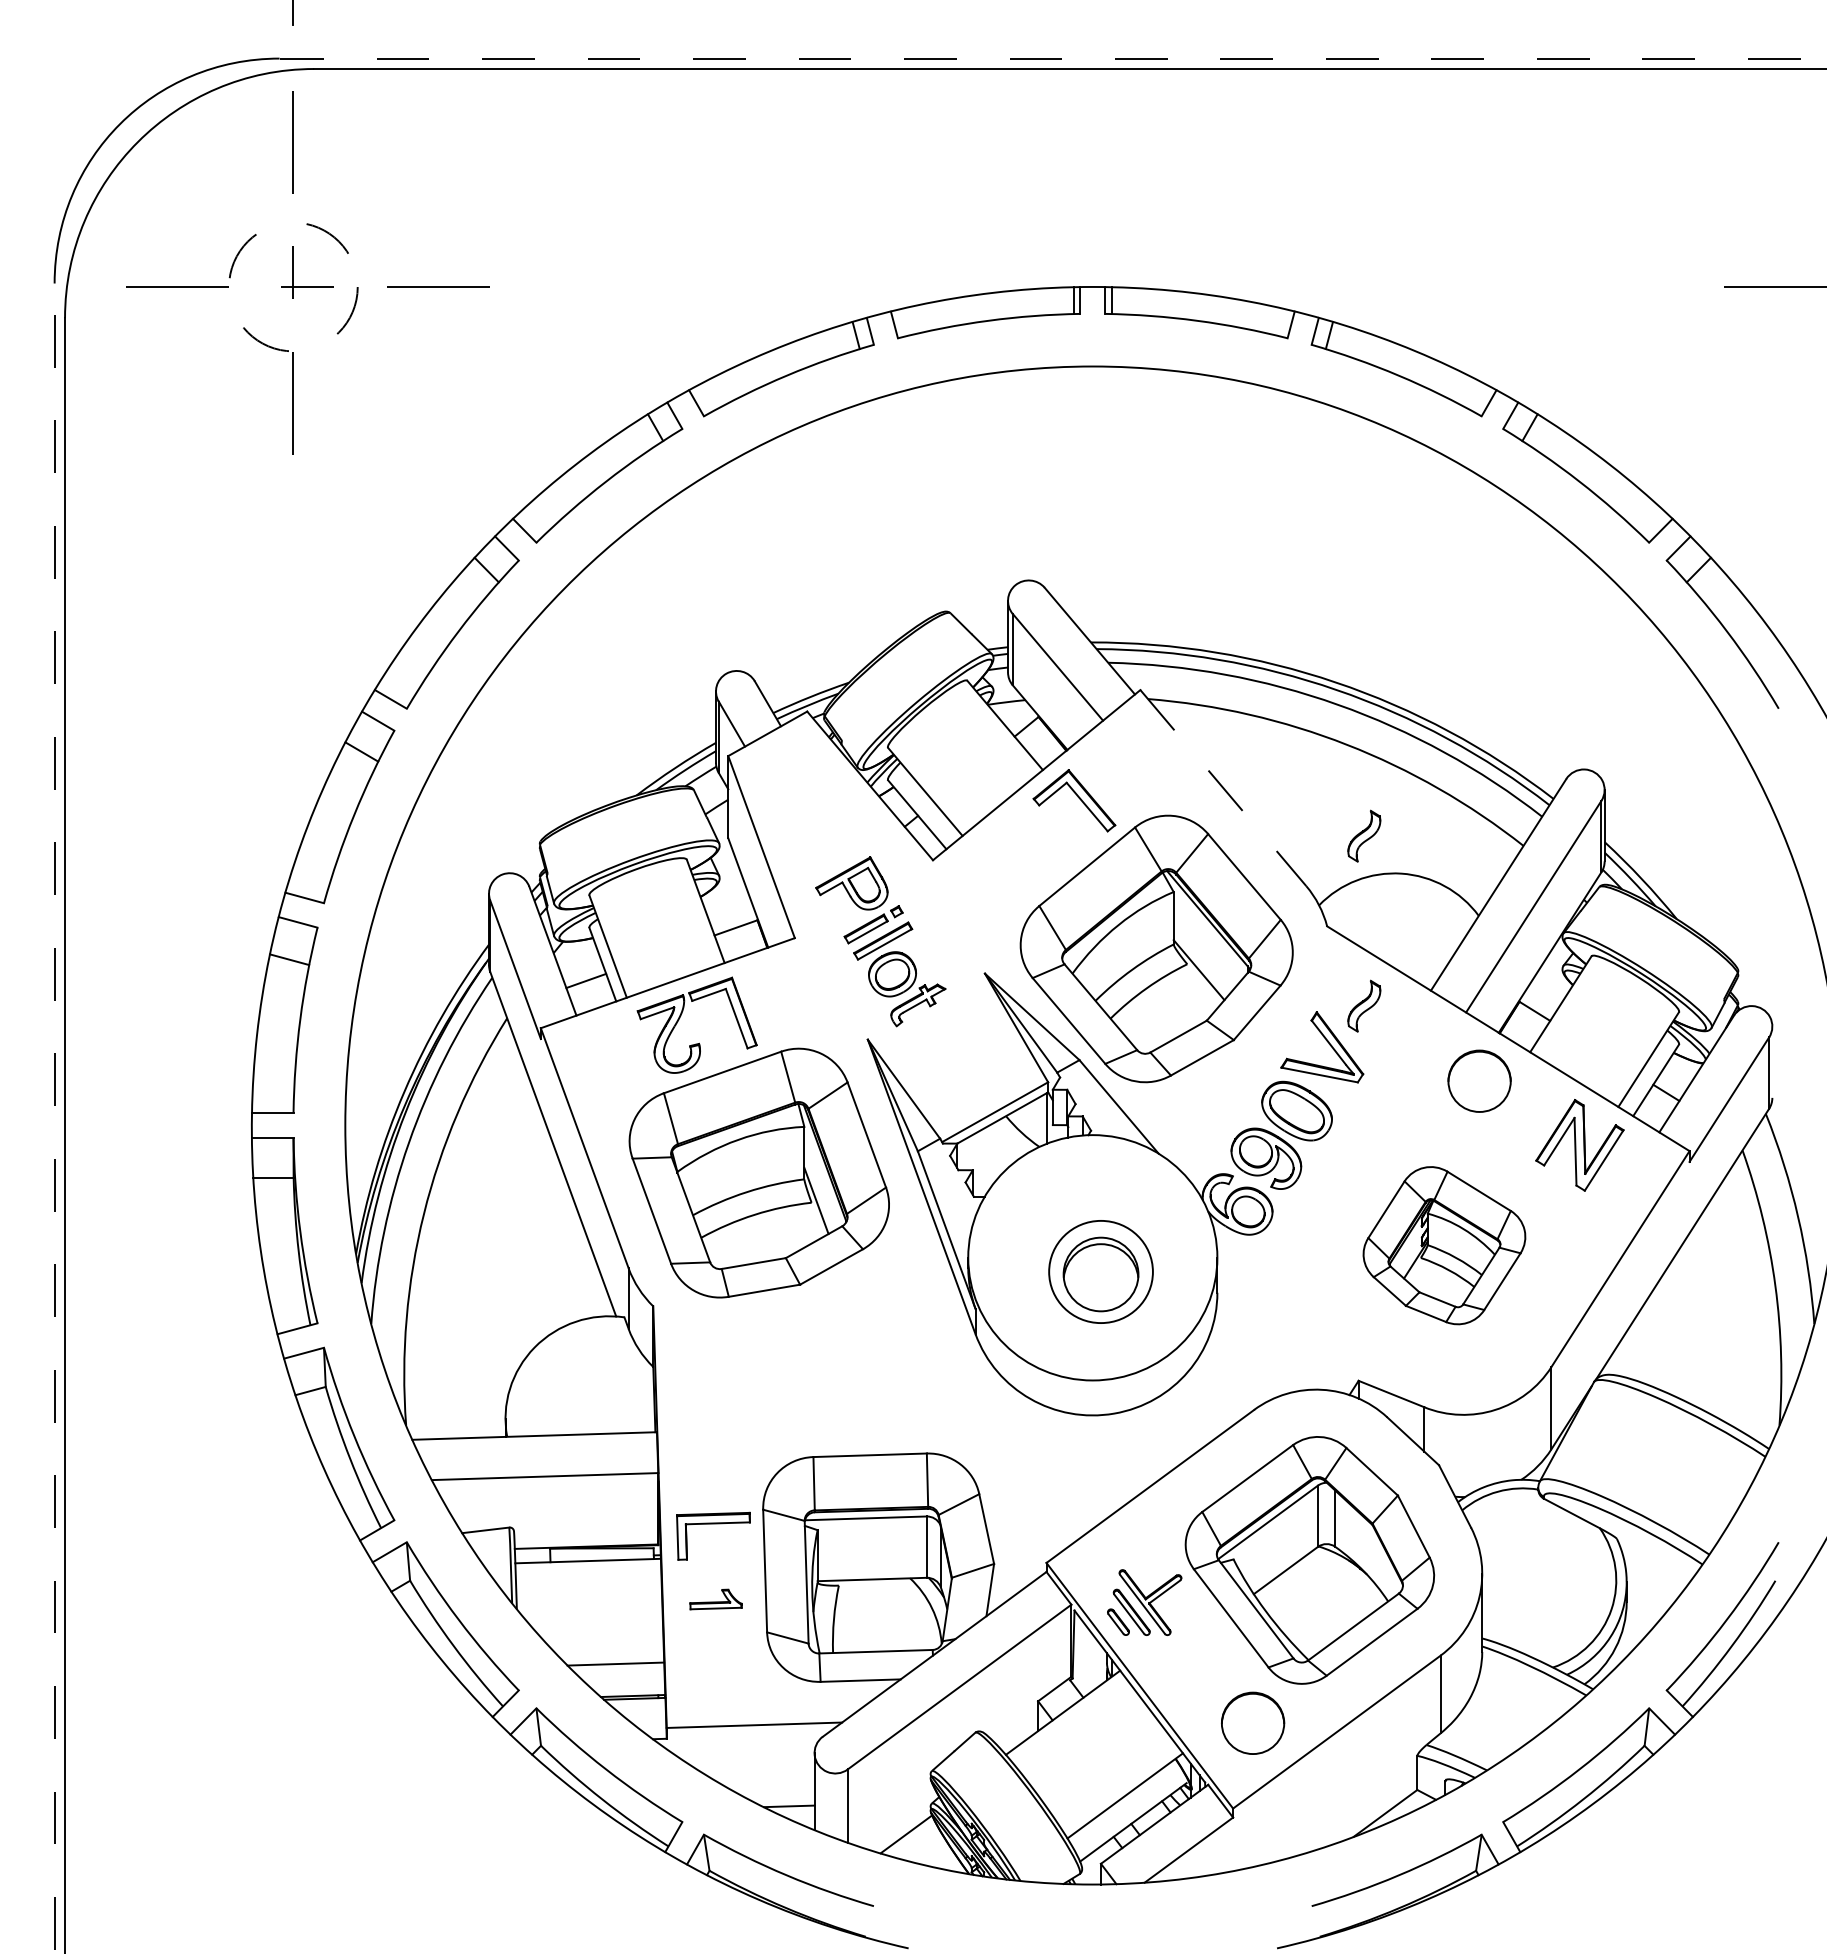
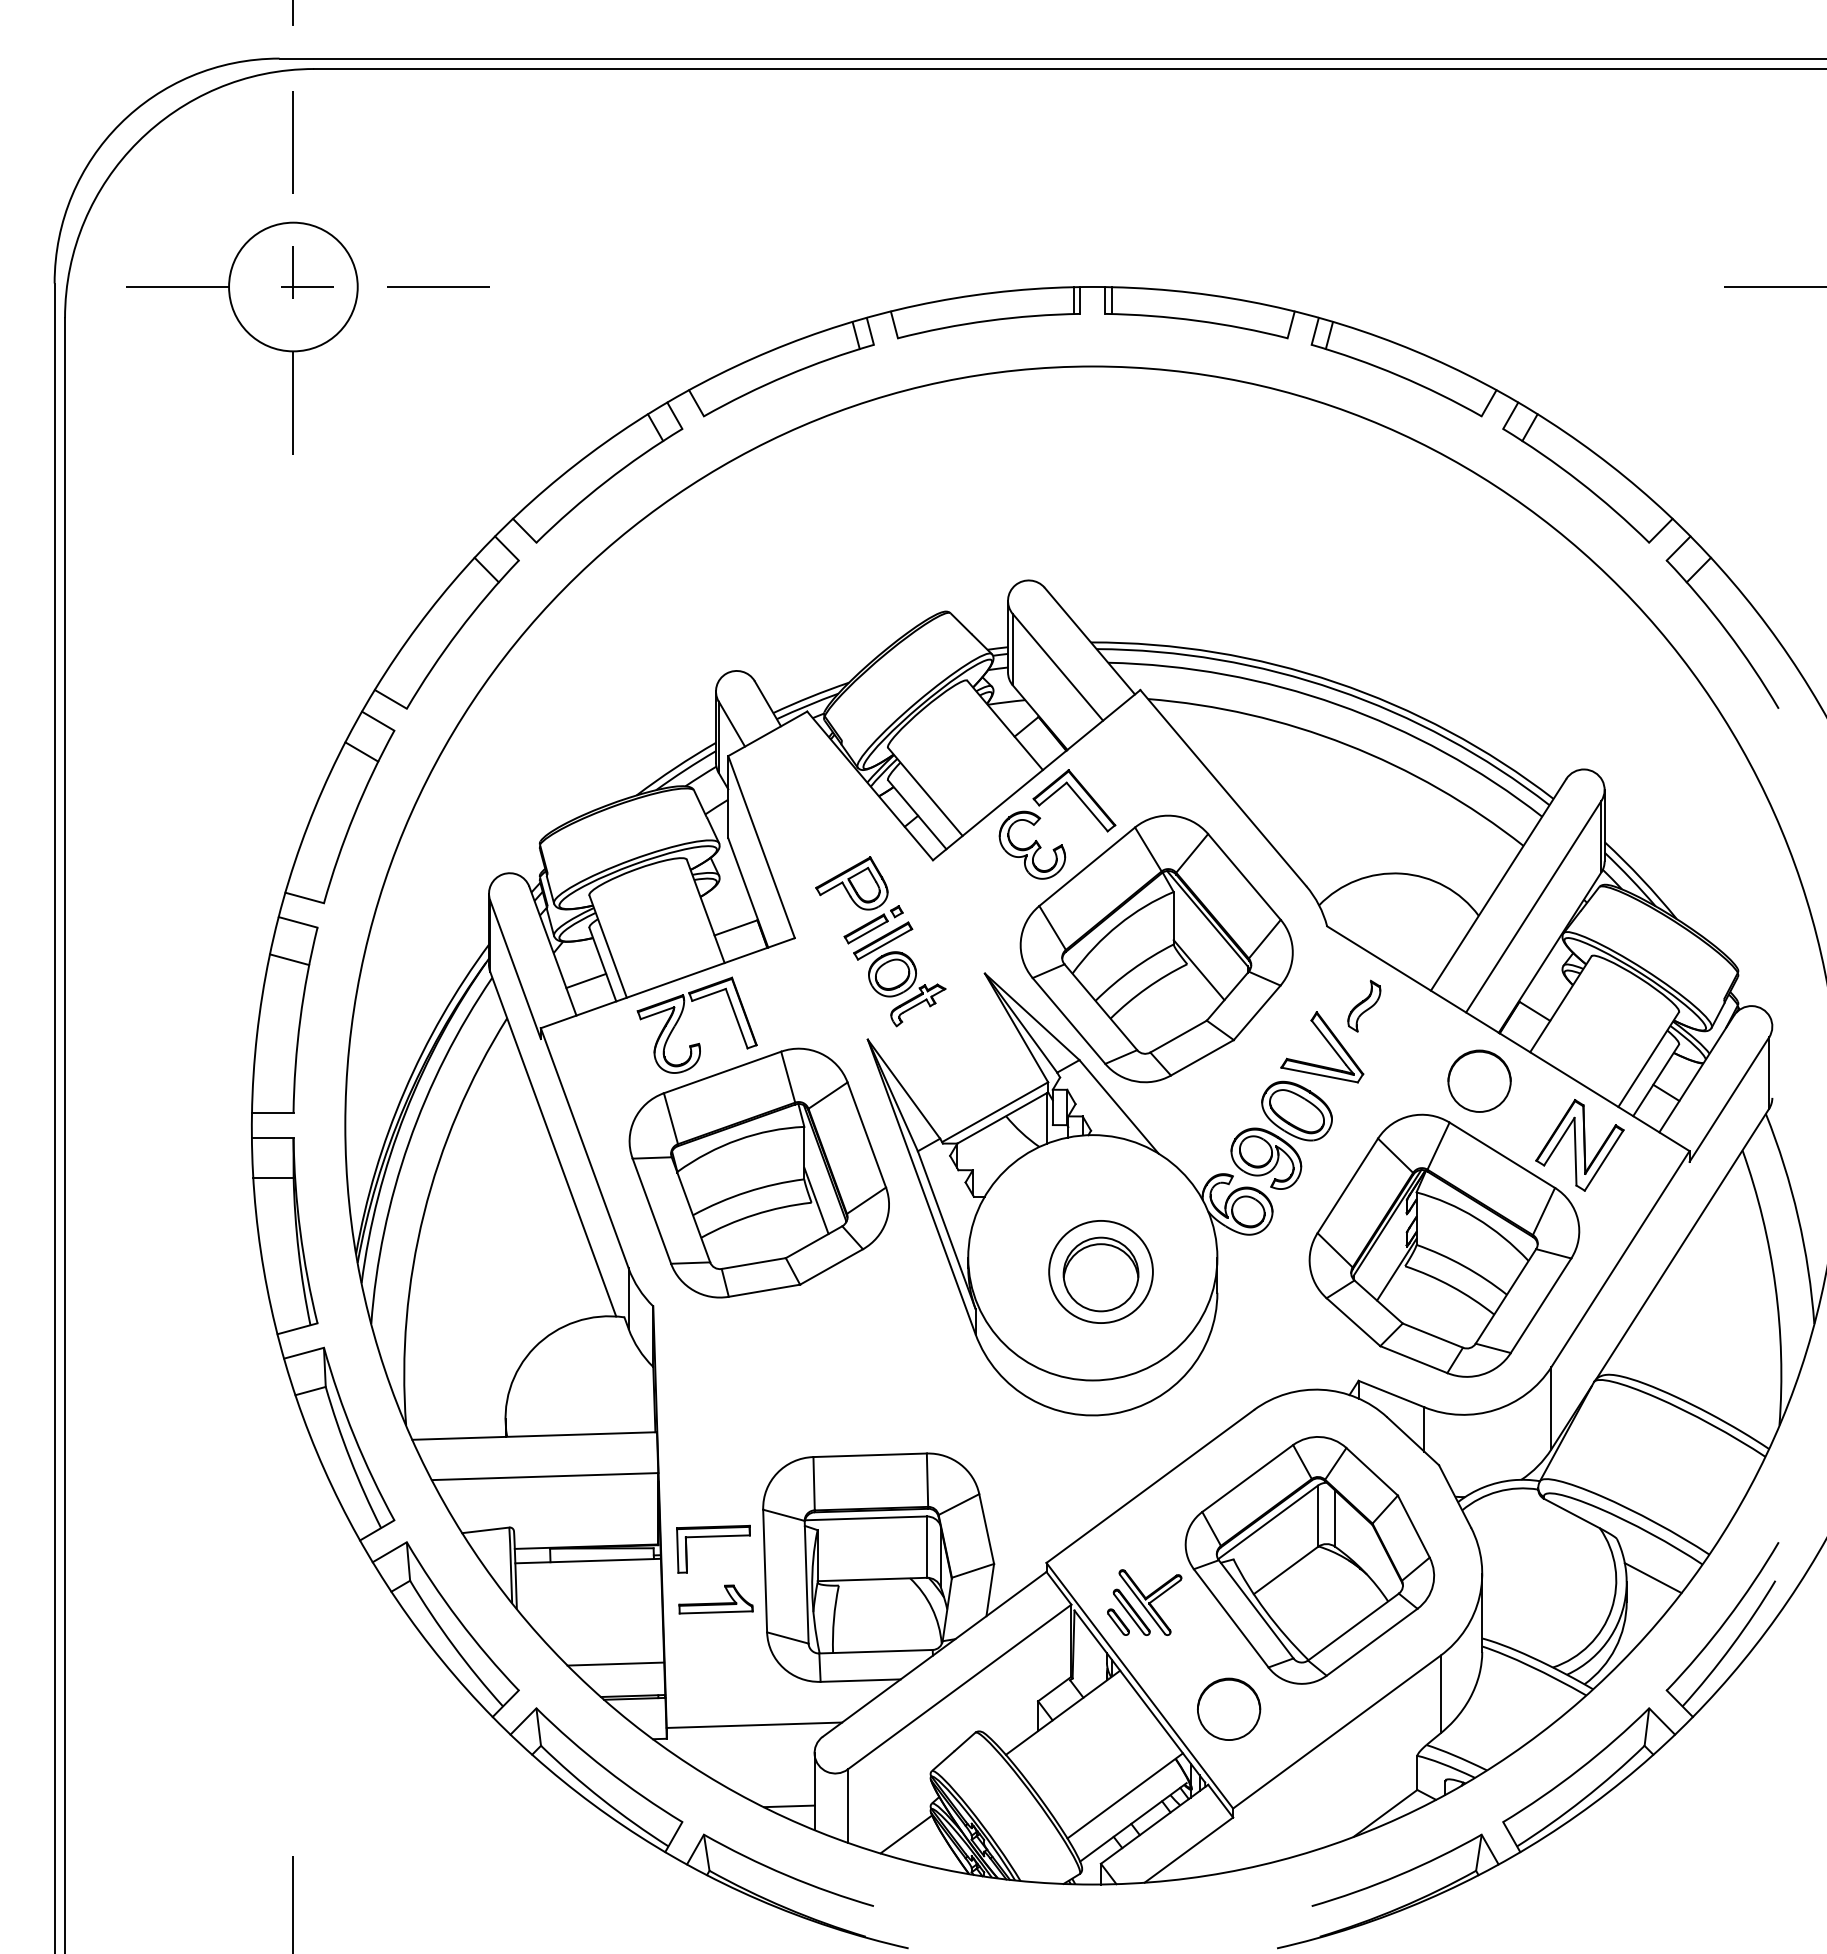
line at (1052, 58): dashed -> solid
circle at (293, 286): dashed -> solid
line at (1223, 788): dashed -> solid
part at (1364, 835): present -> none
part at (1032, 844): none -> present
line at (54, 1118): dashed -> solid
part at (1444, 1245) size: 165x160 px -> 273x265 px
part at (713, 1524) position: (713, 1524) -> (713, 1537)
line at (1652, 1578): none -> present
part at (715, 1599) size: 54x23 px -> 76x31 px
part at (1253, 1722) position: (1253, 1722) -> (1229, 1708)
line at (293, 1902): none -> present
